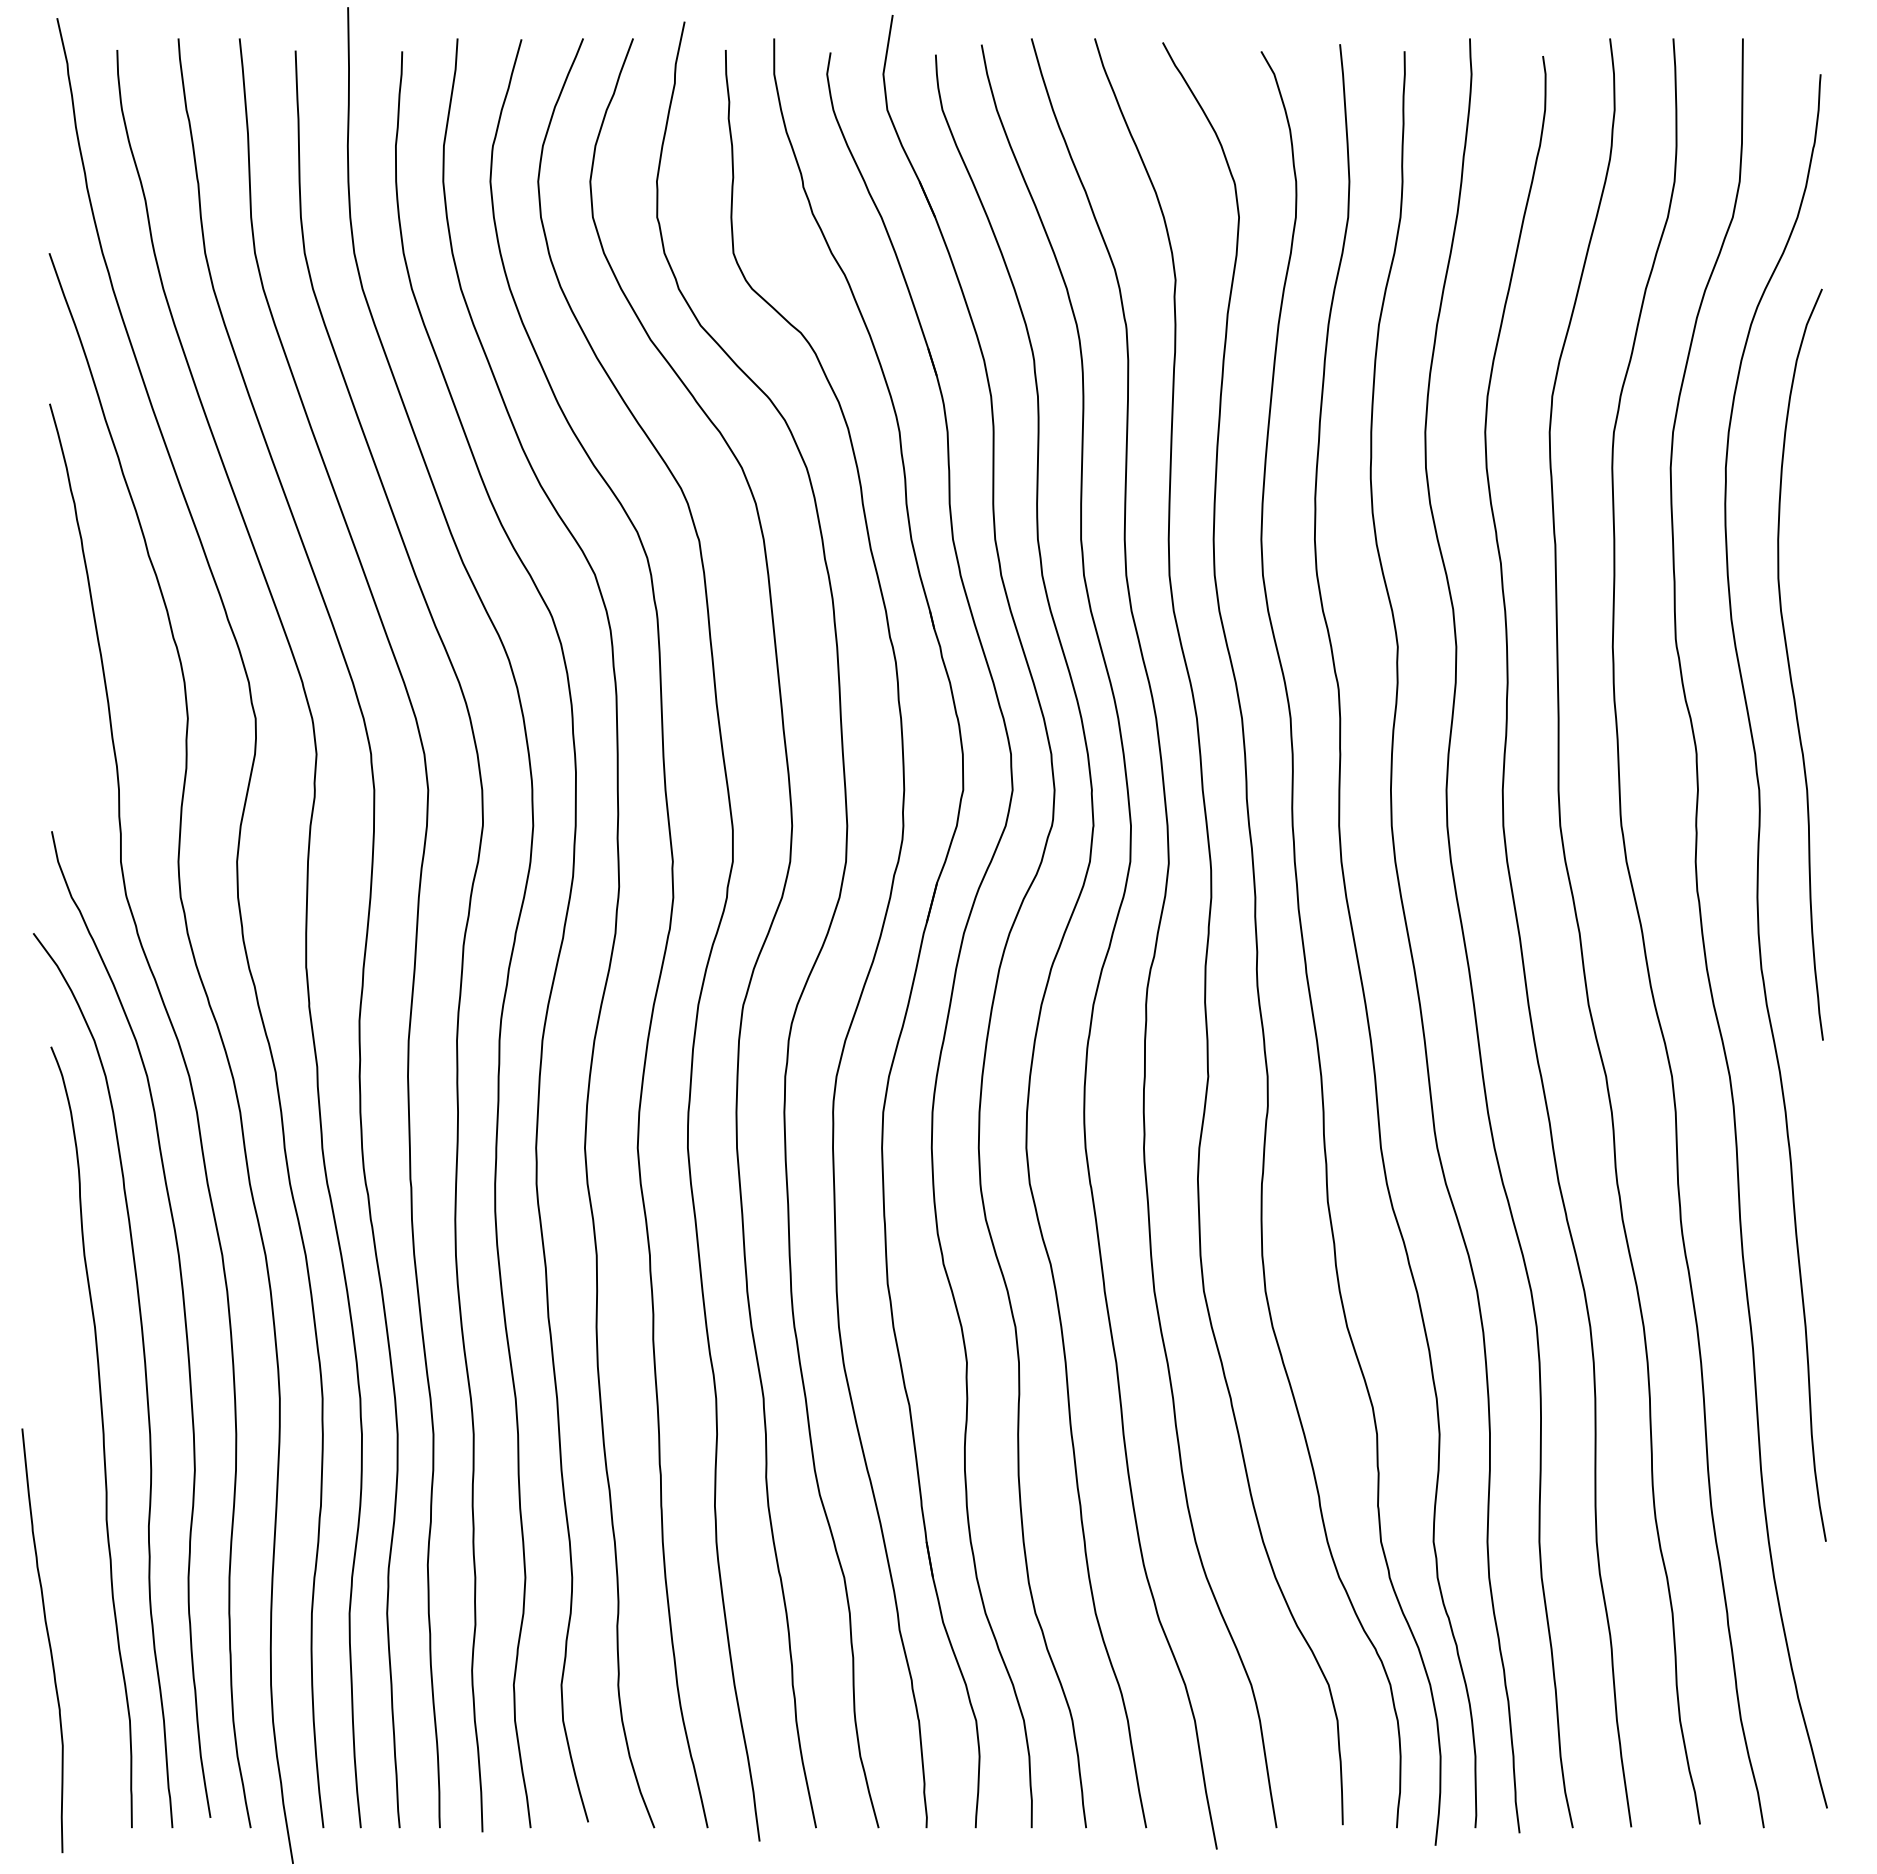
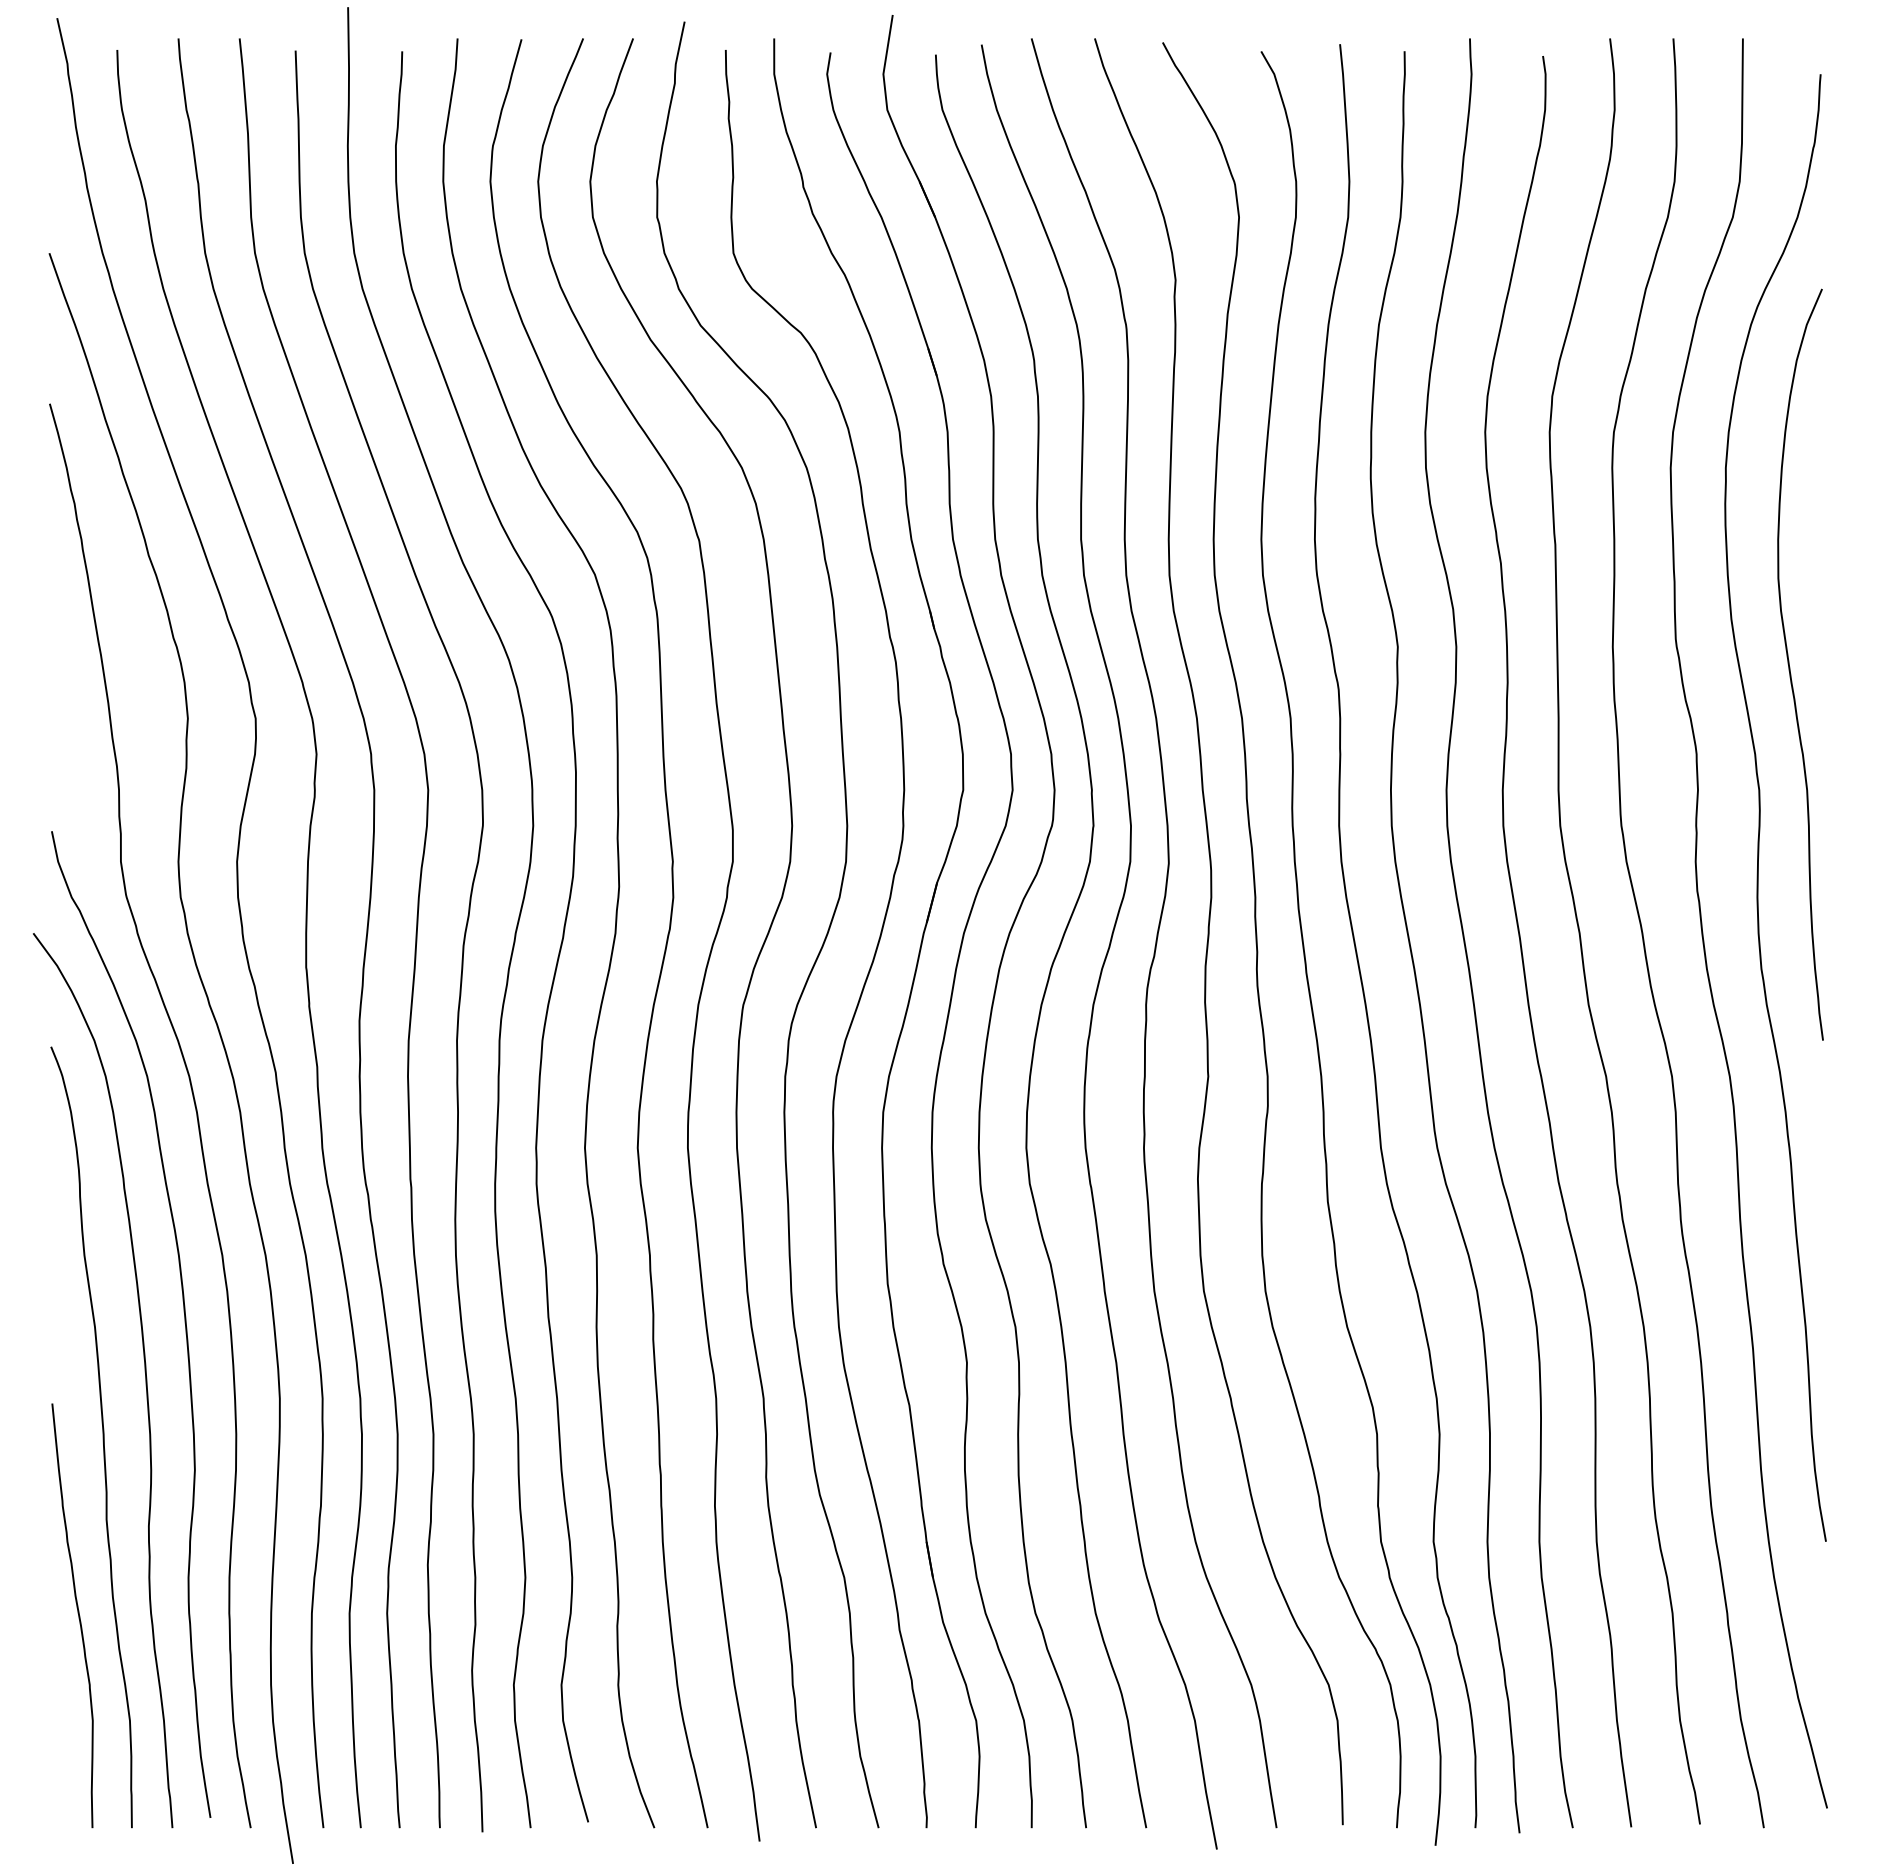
curve at (47, 1638) position: (47, 1638) -> (77, 1613)
